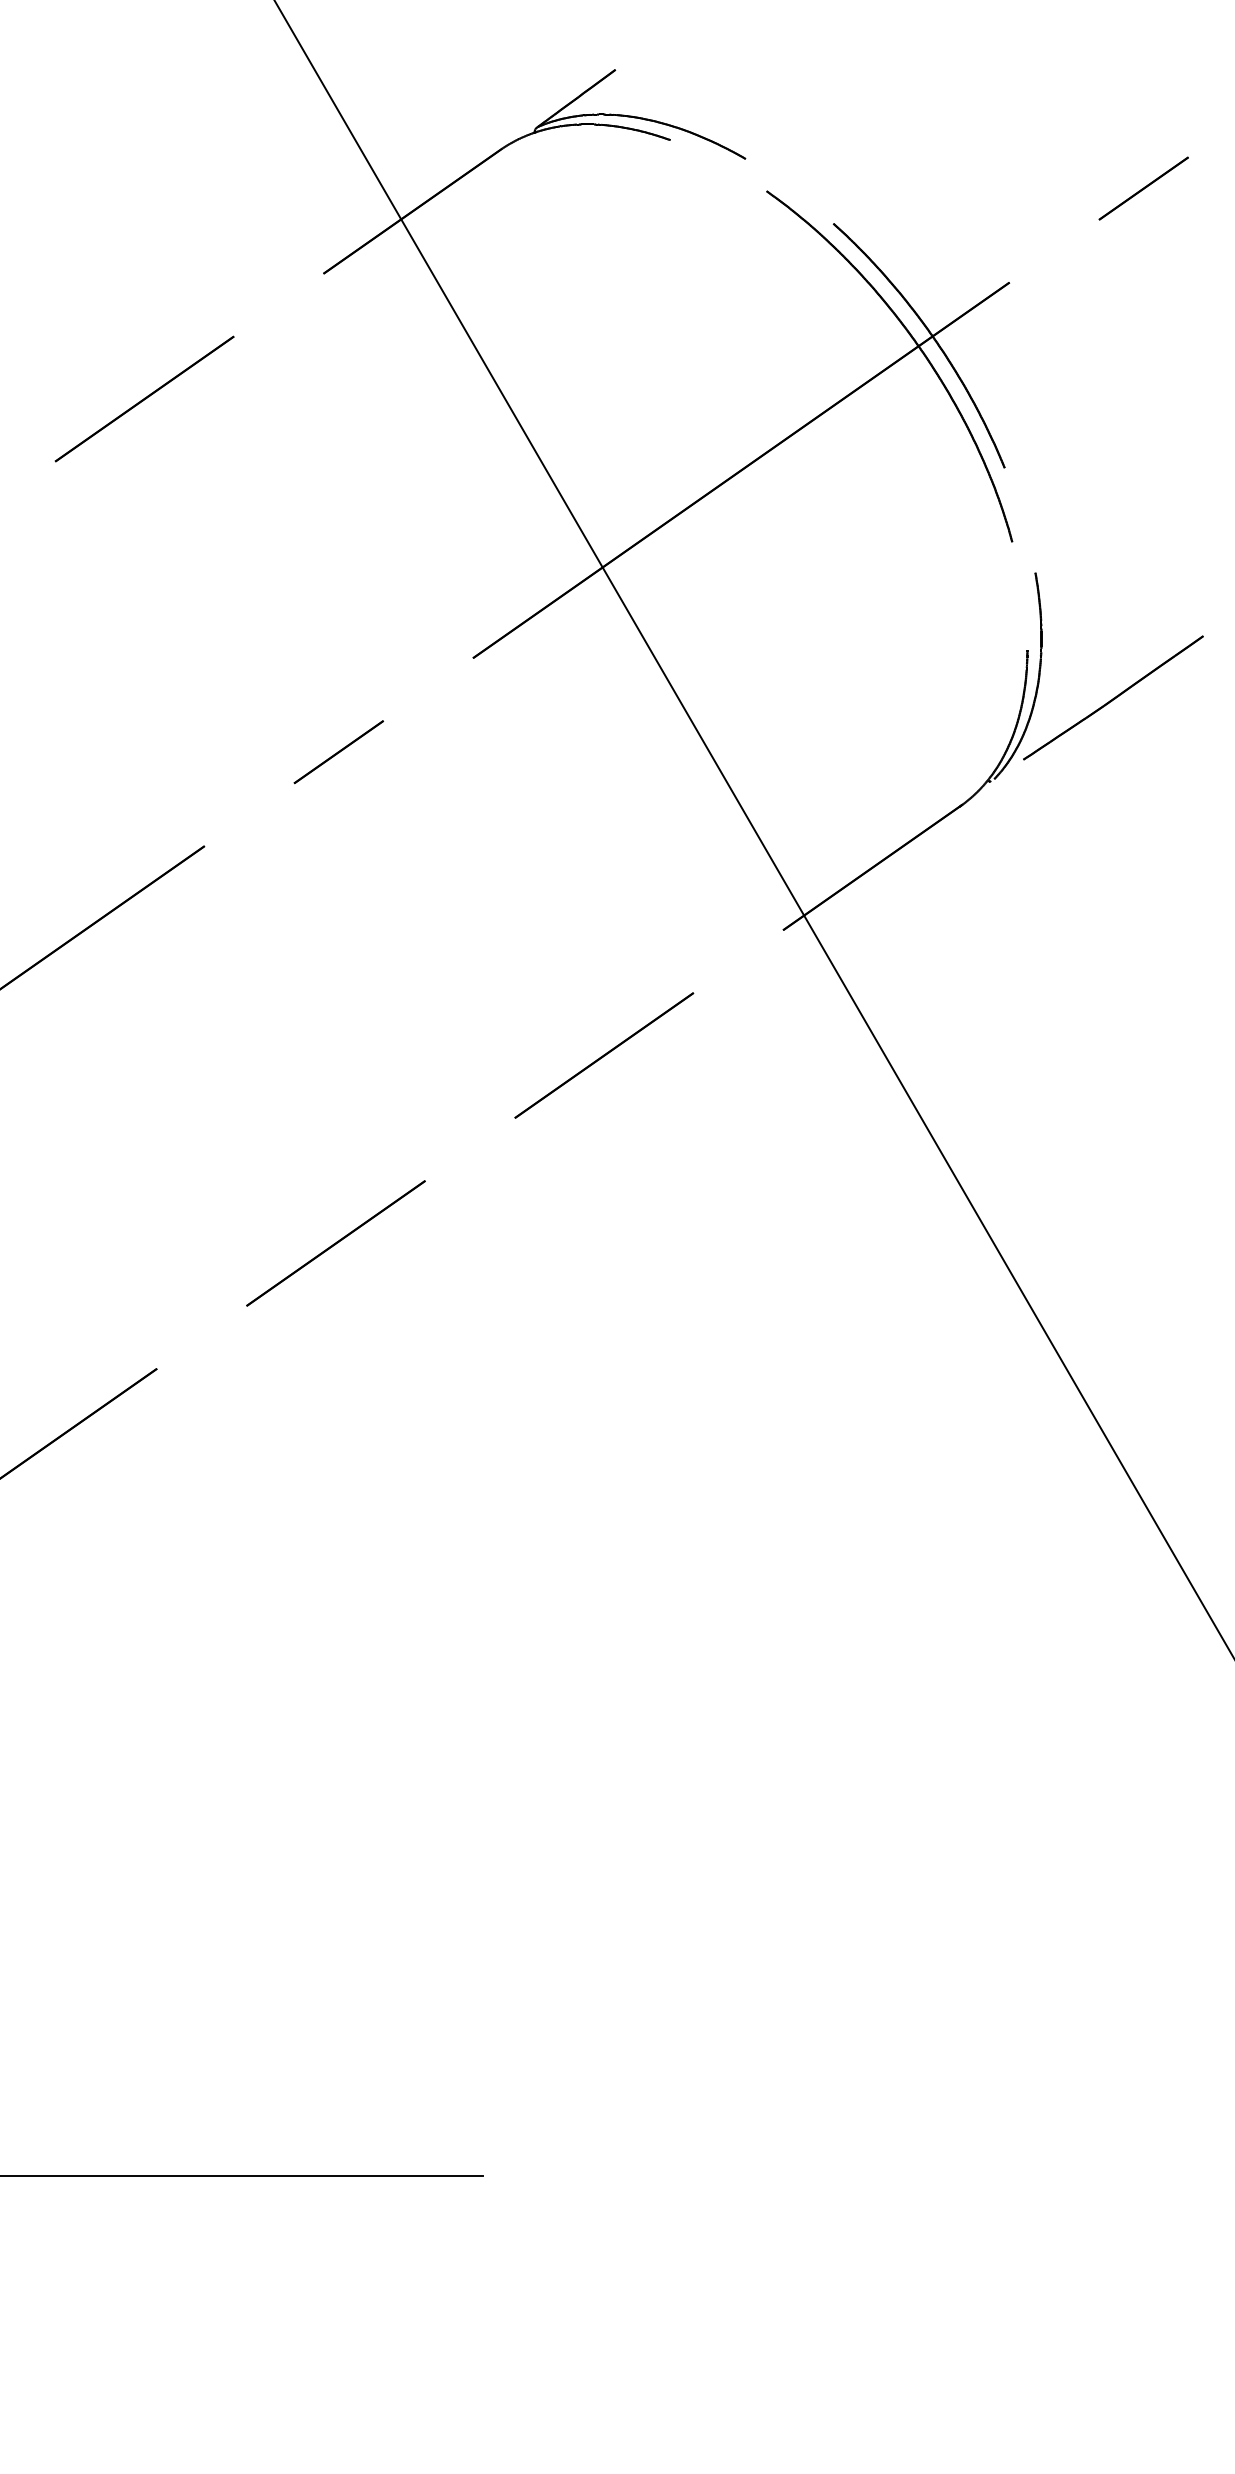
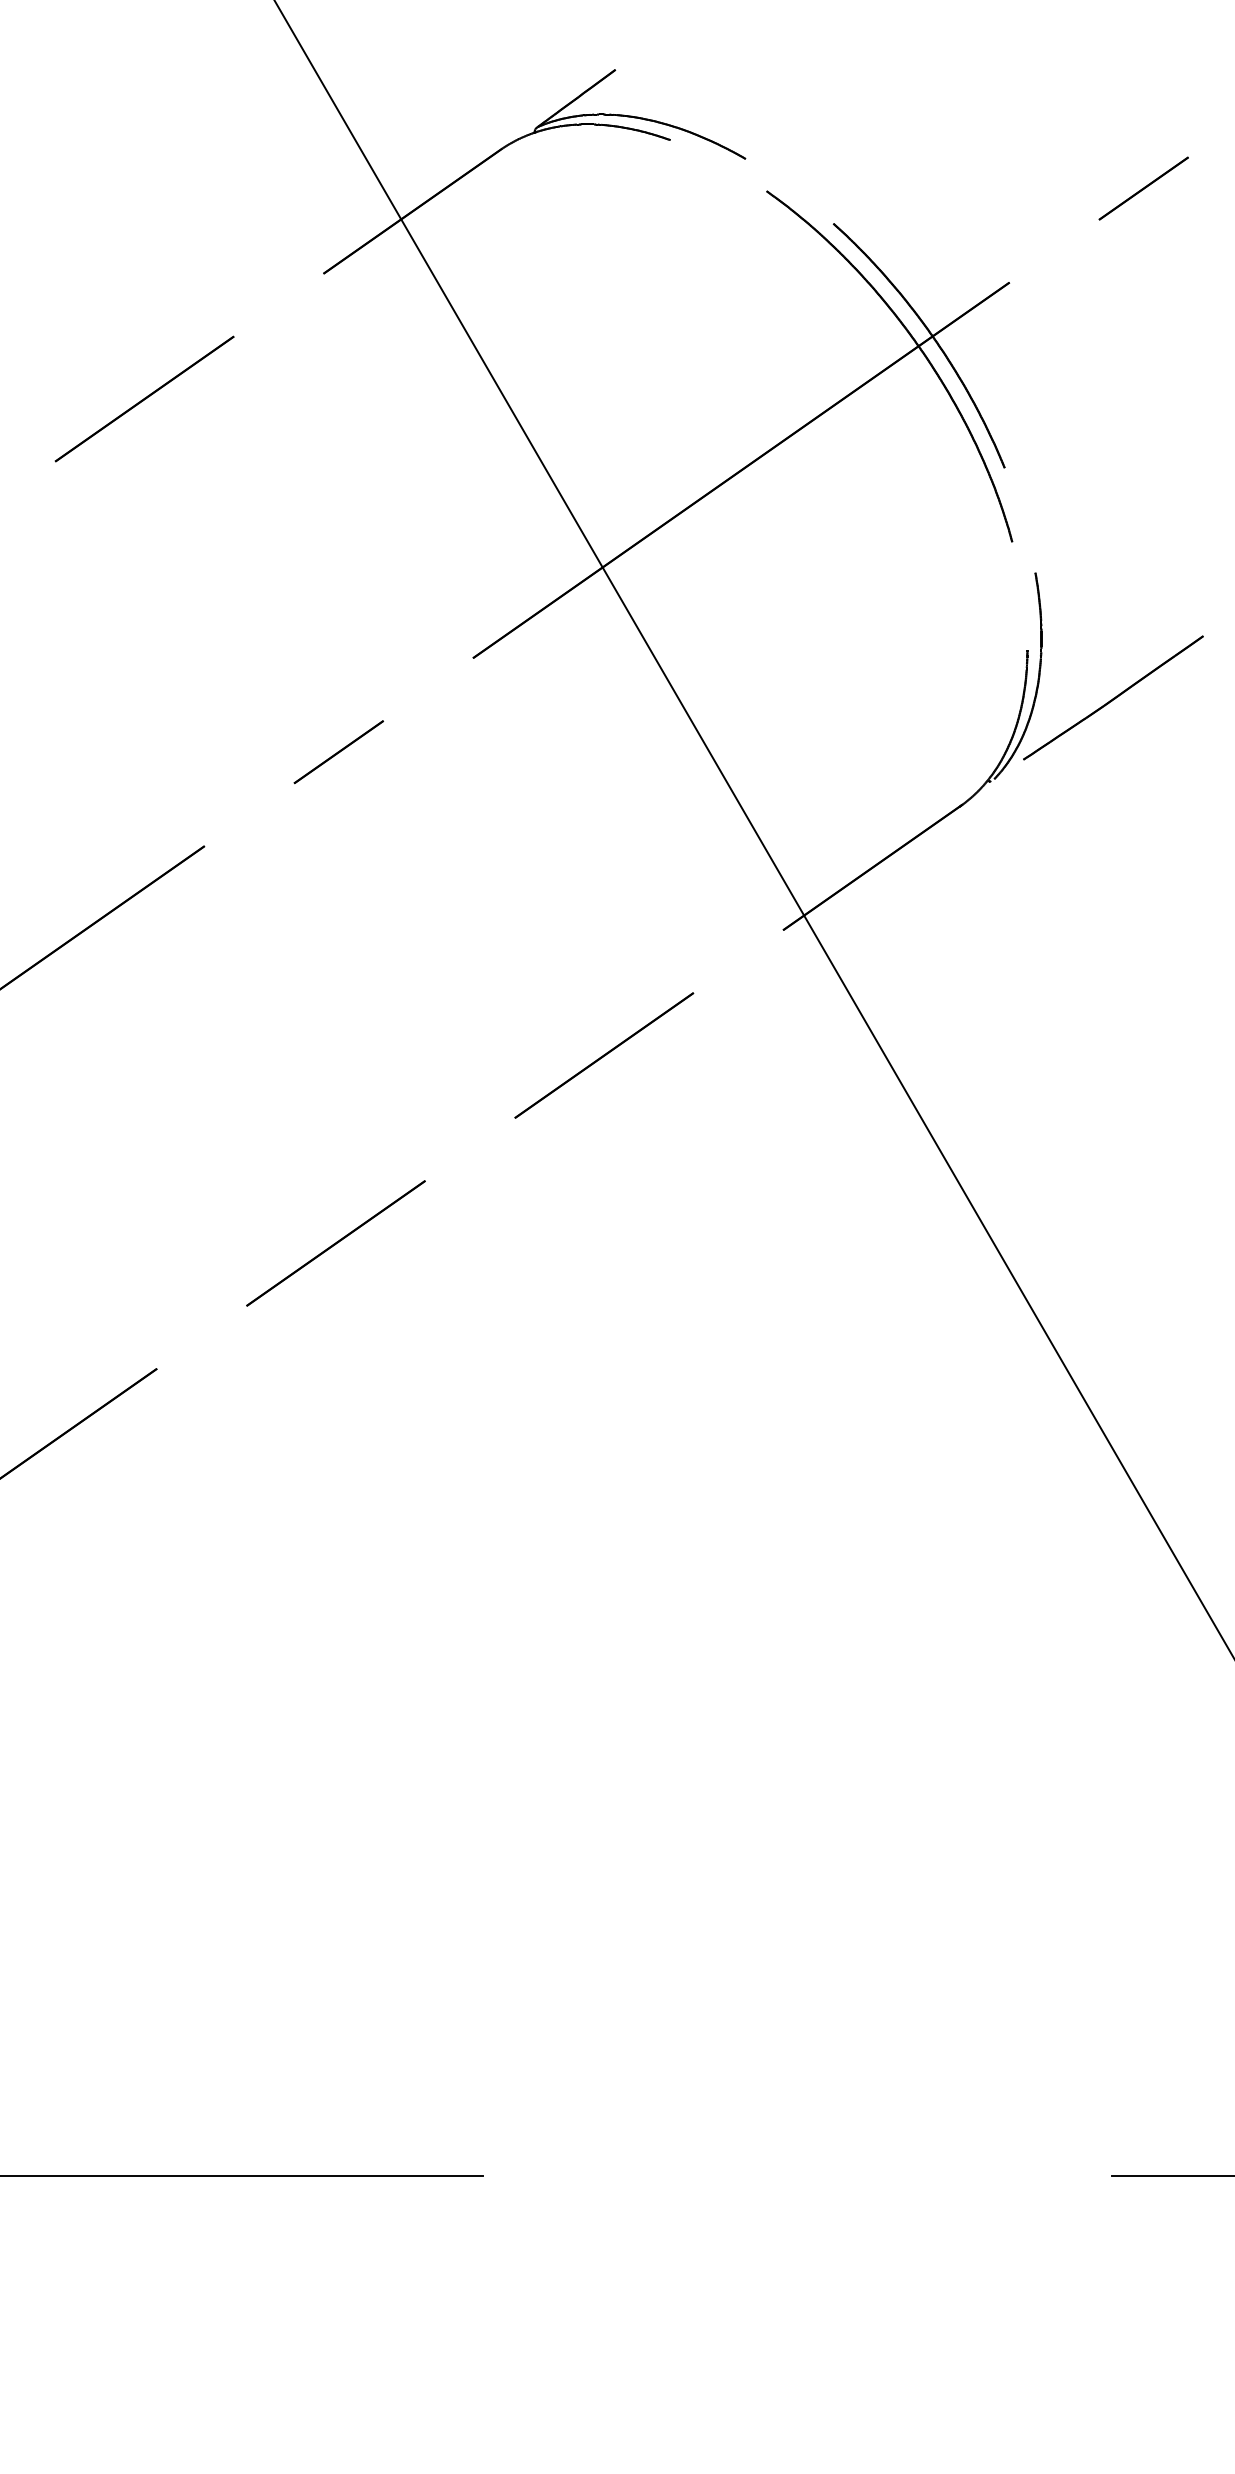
line at (1171, 2176): none -> present
